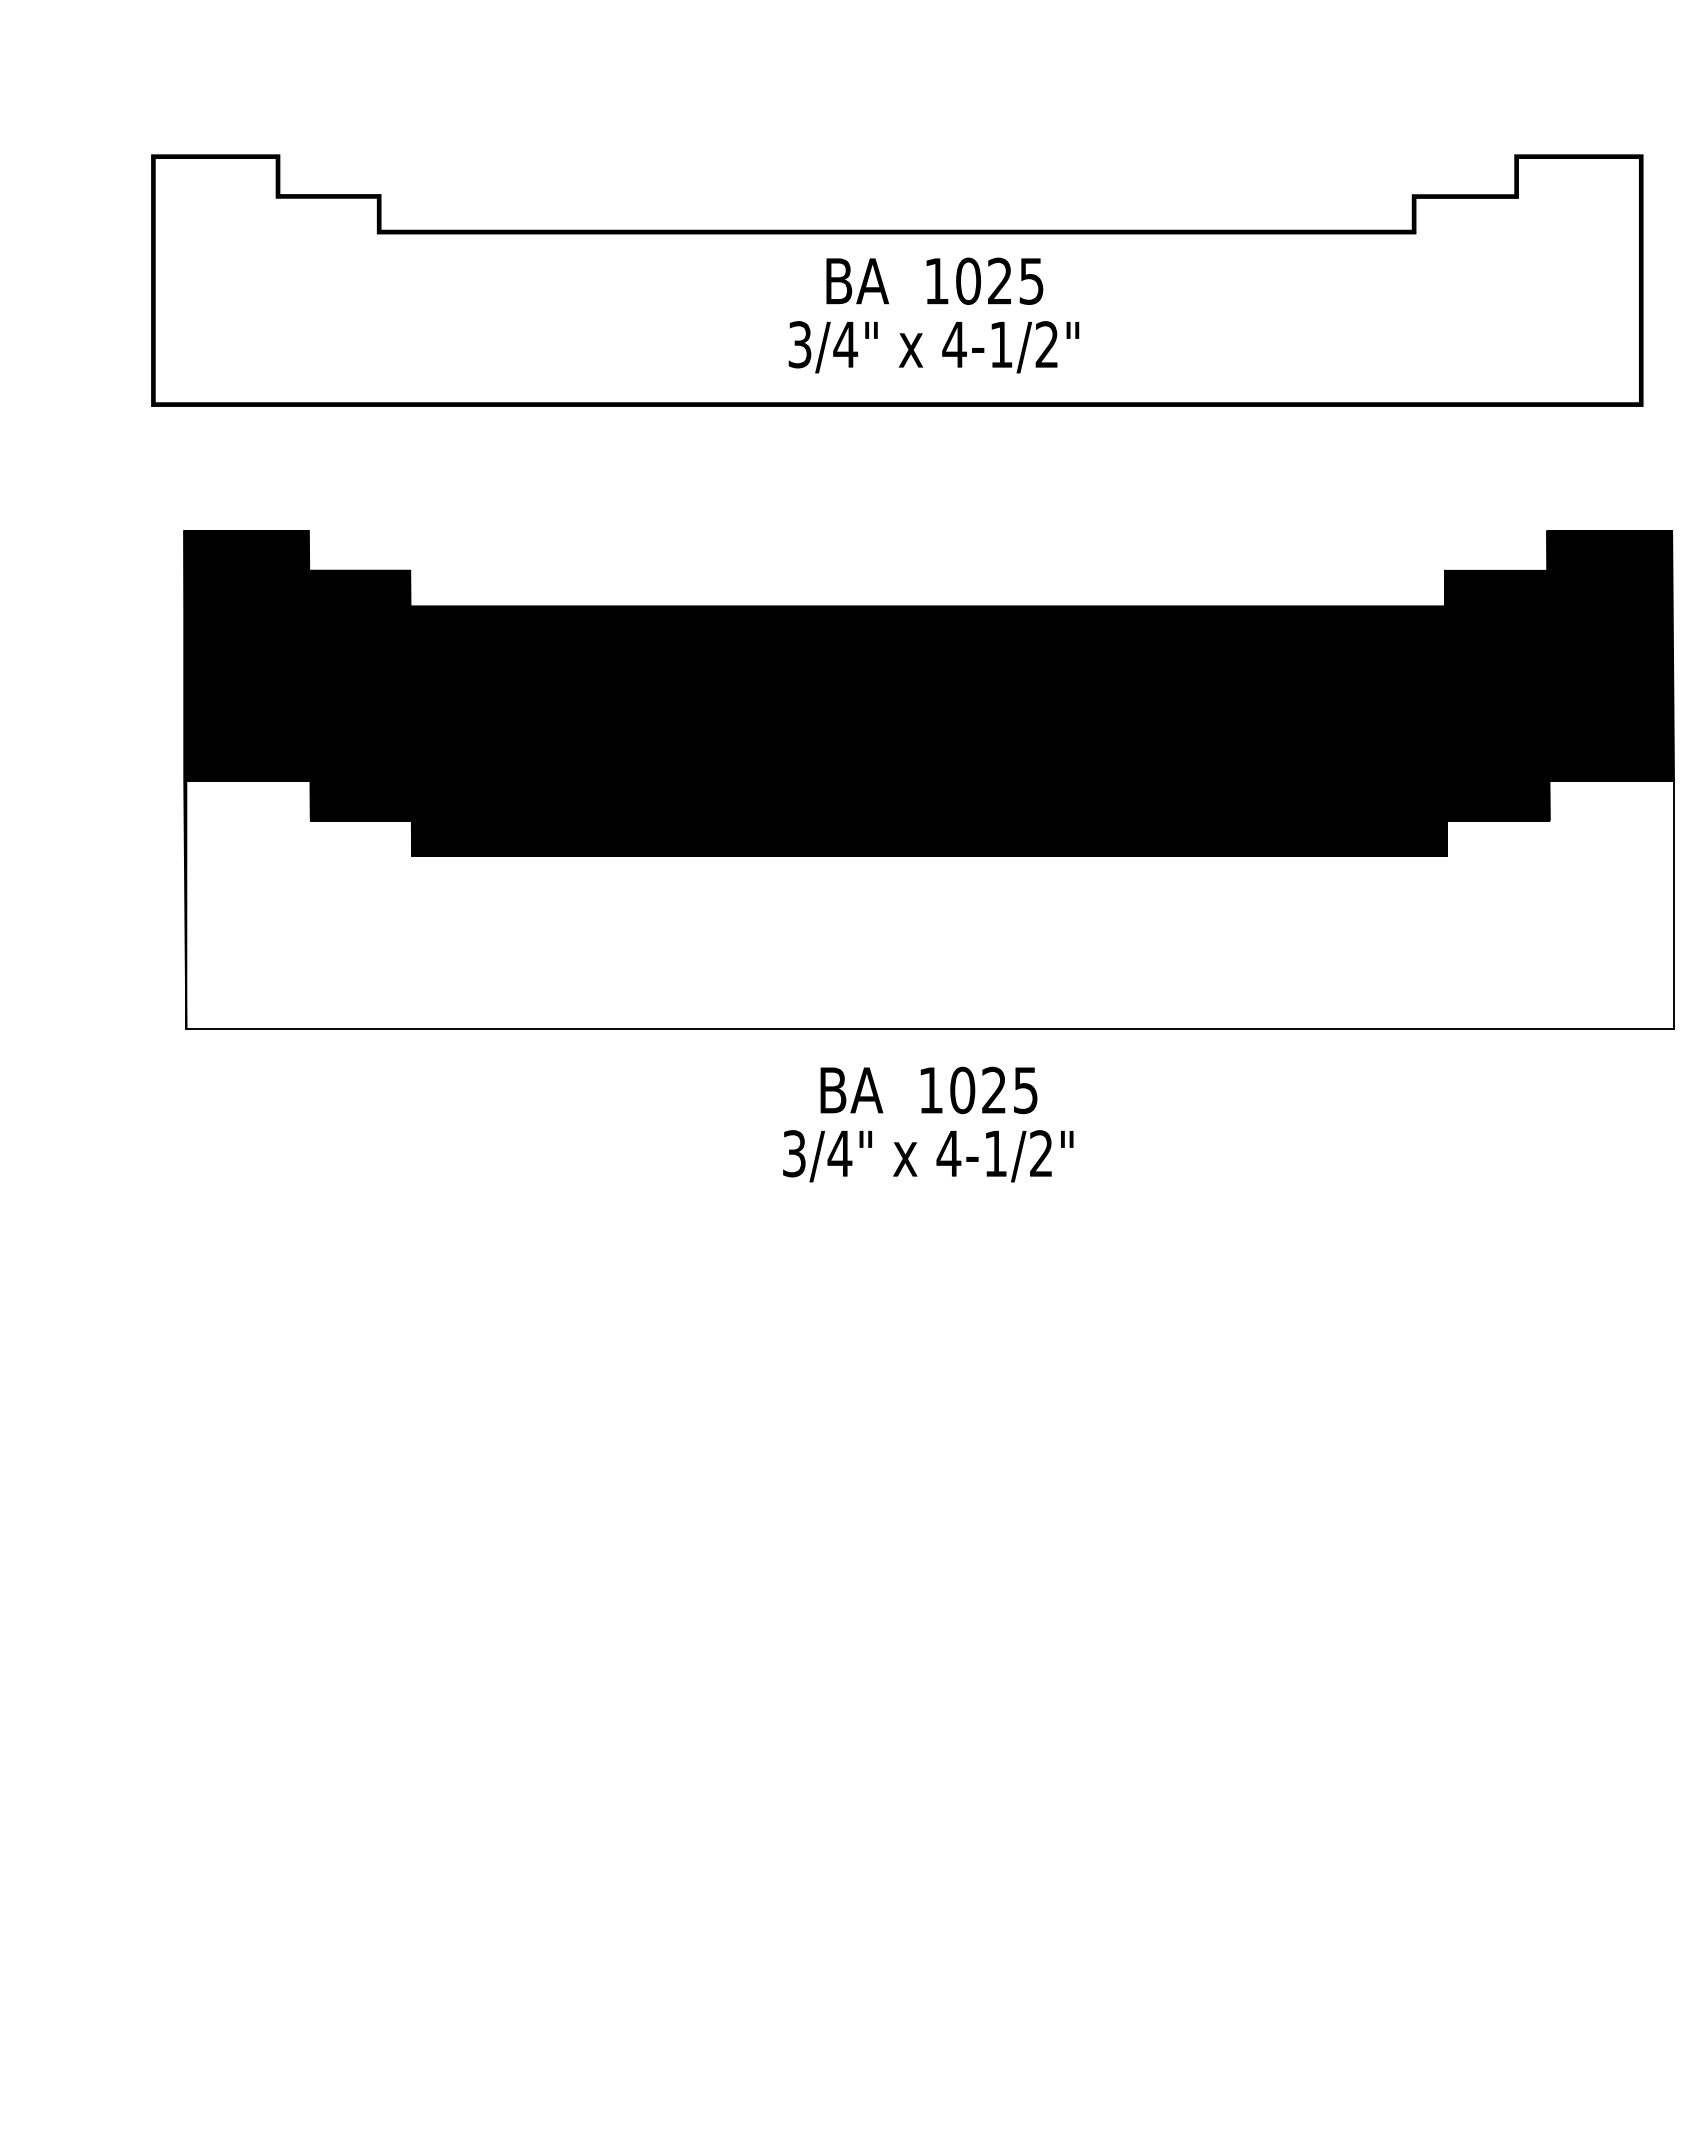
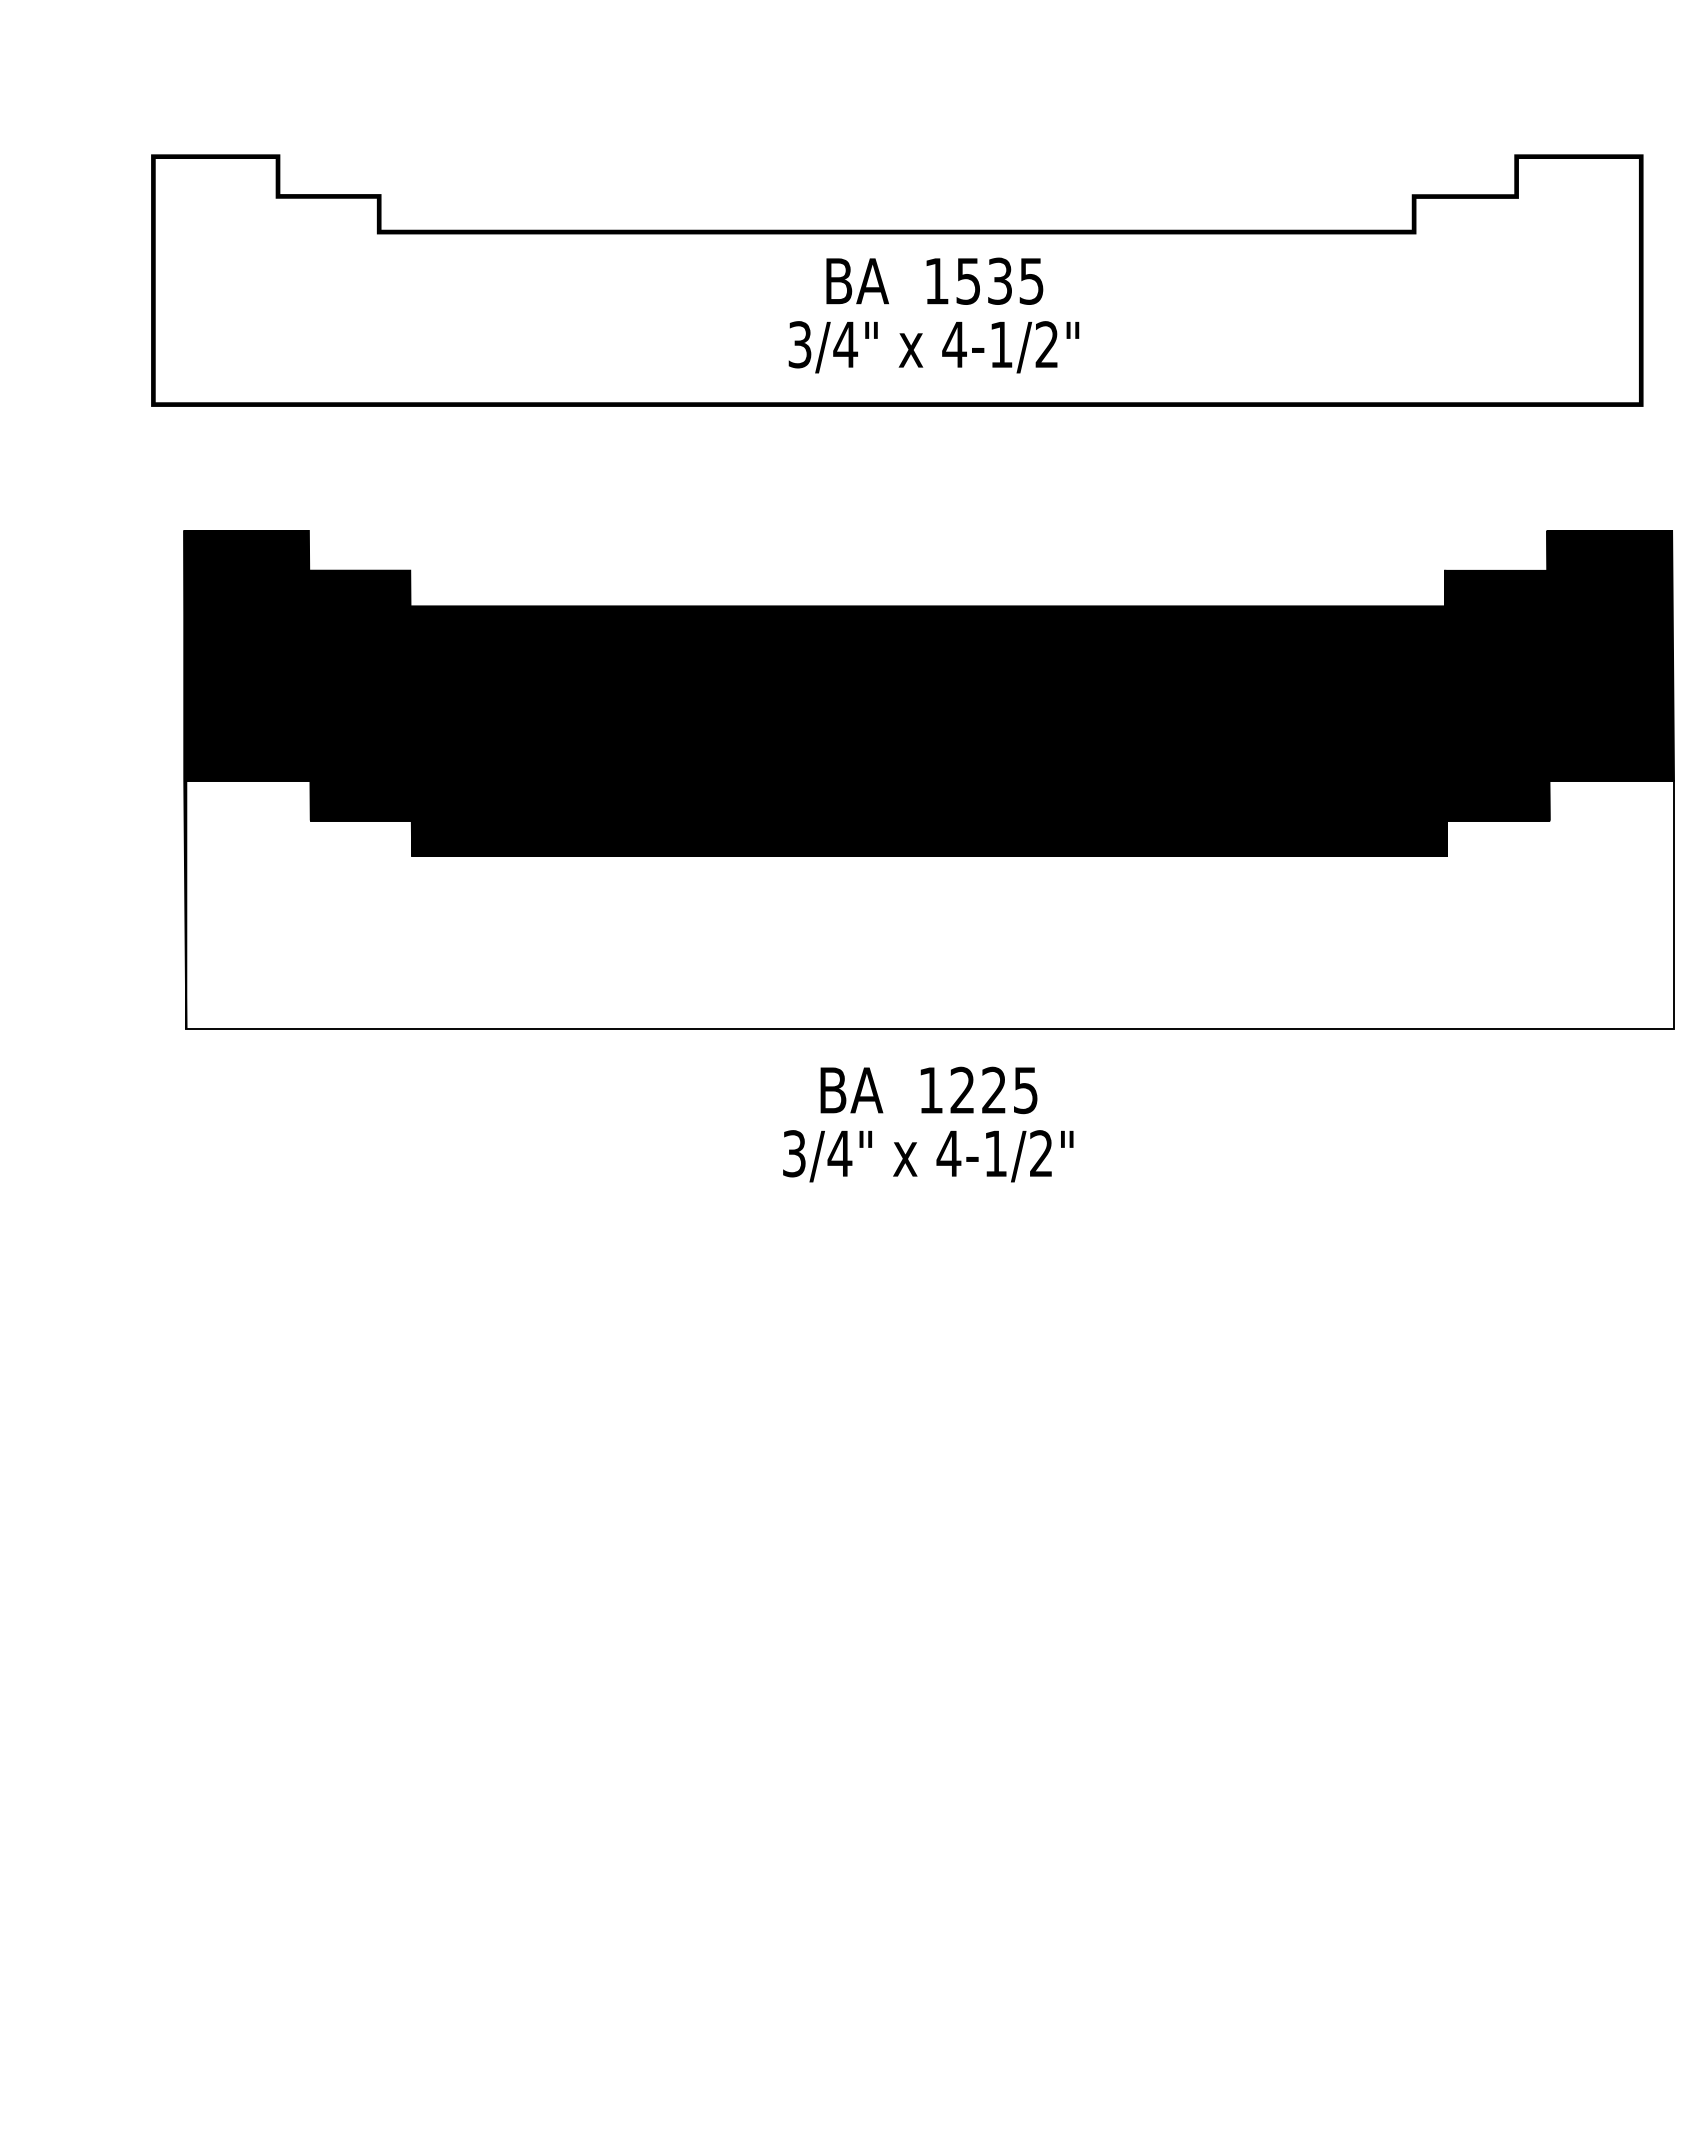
text at (983, 280): 1025 -> 1535
text at (962, 1090): 1025 -> 1225
